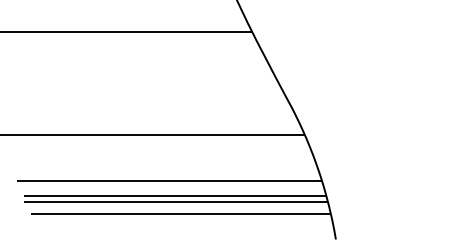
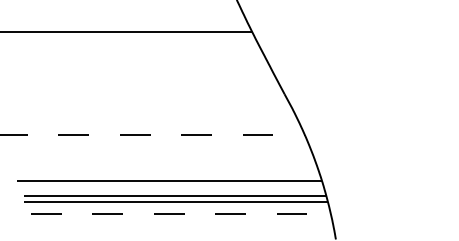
line at (152, 134): solid -> dashed
line at (180, 213): solid -> dashed
